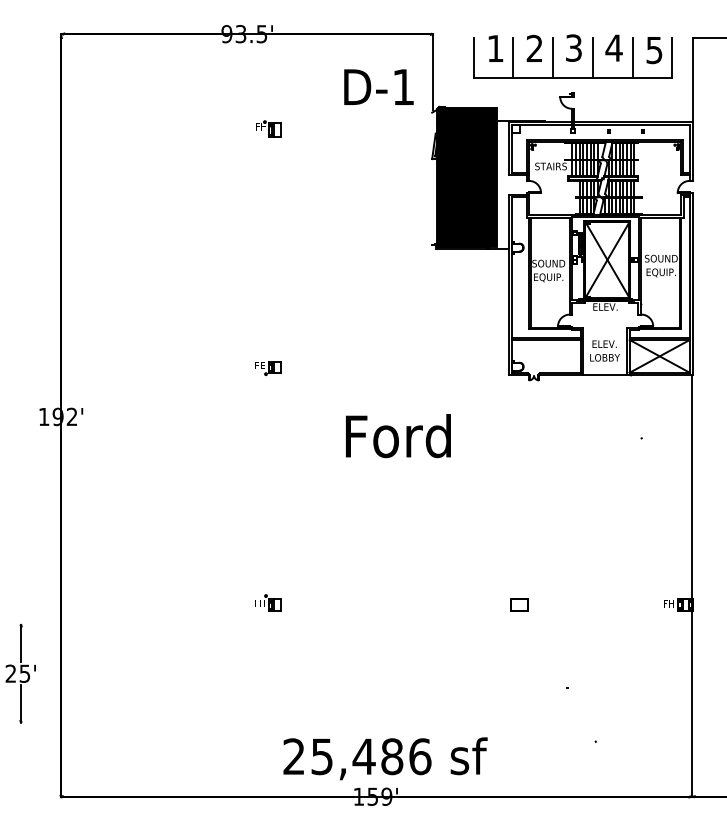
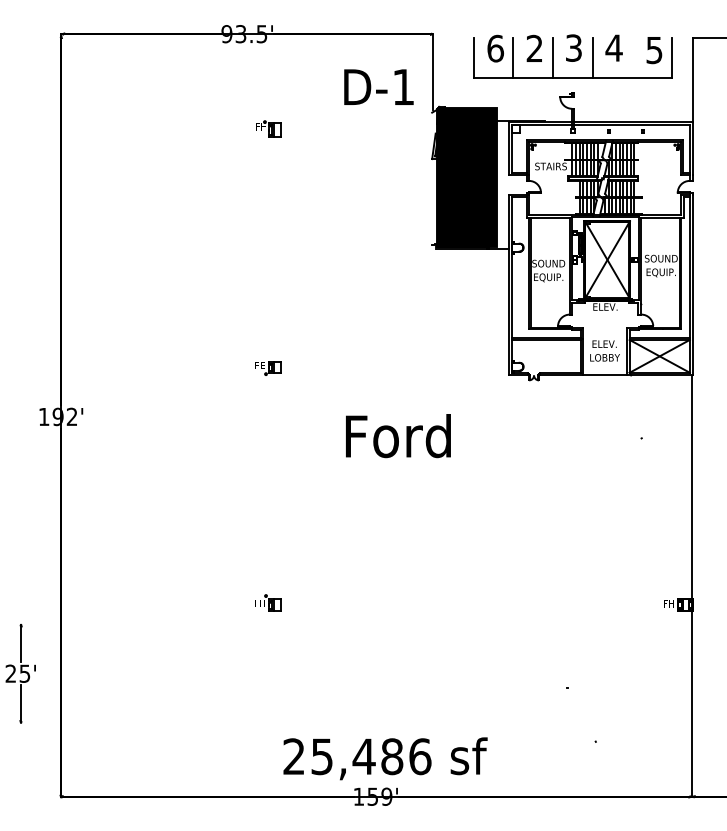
text at (495, 48): 1 -> 6
line at (632, 57): present -> none
part at (519, 604): present -> none
